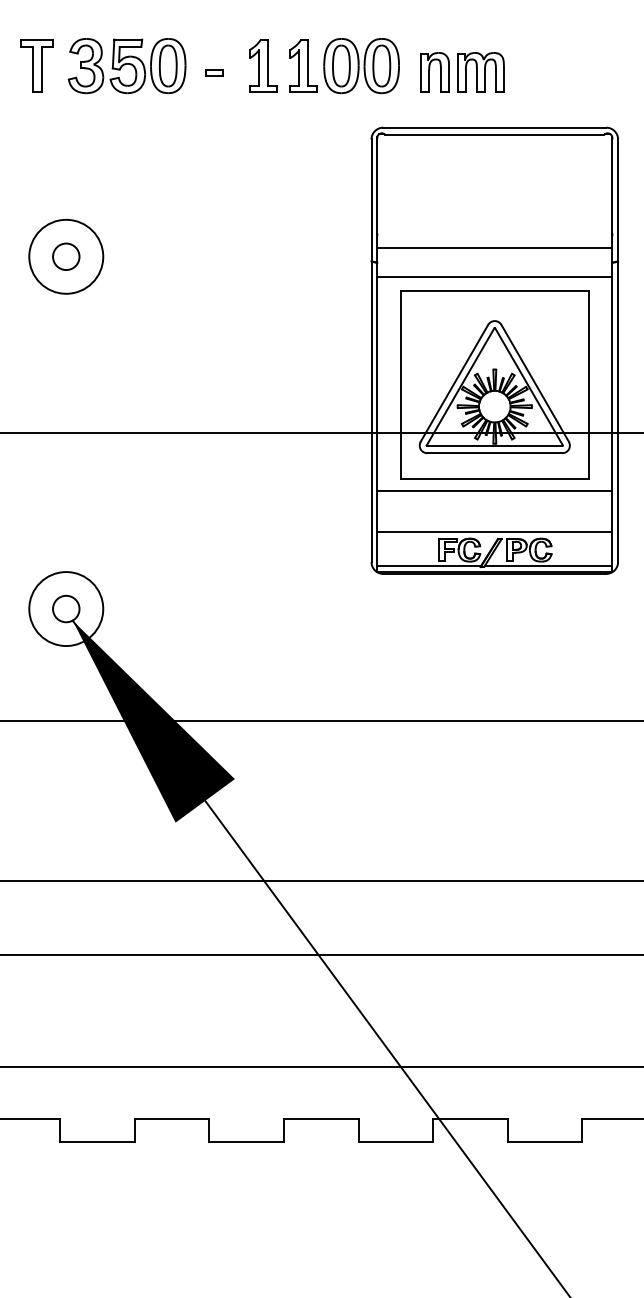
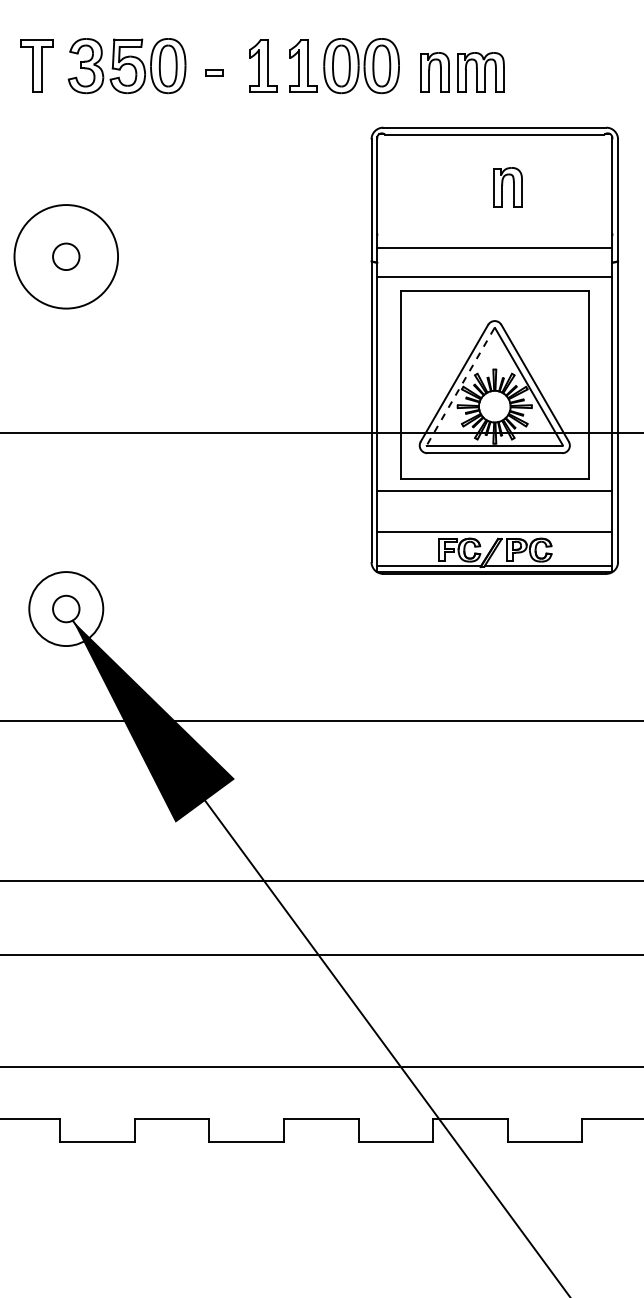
part at (507, 187): none -> present
circle at (66, 256) diameter: 74 px -> 104 px
line at (460, 386): solid -> dashed
